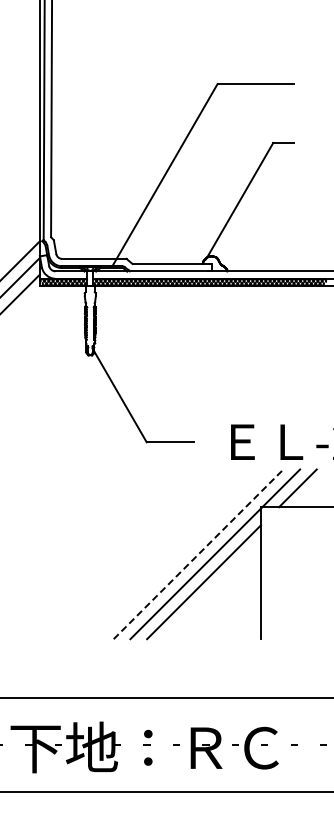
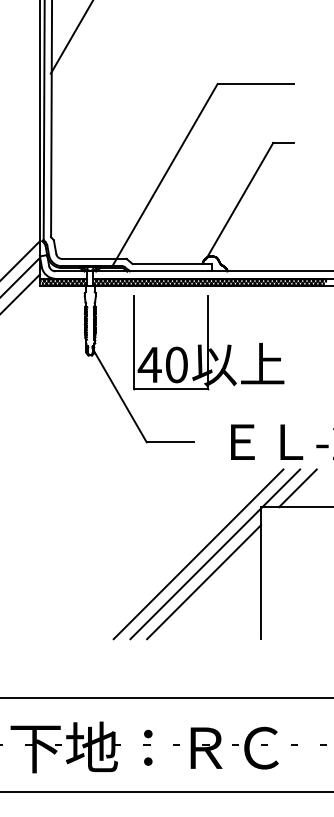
line at (70, 37): none -> present
part at (208, 342): none -> present
line at (198, 554): dashed -> solid
